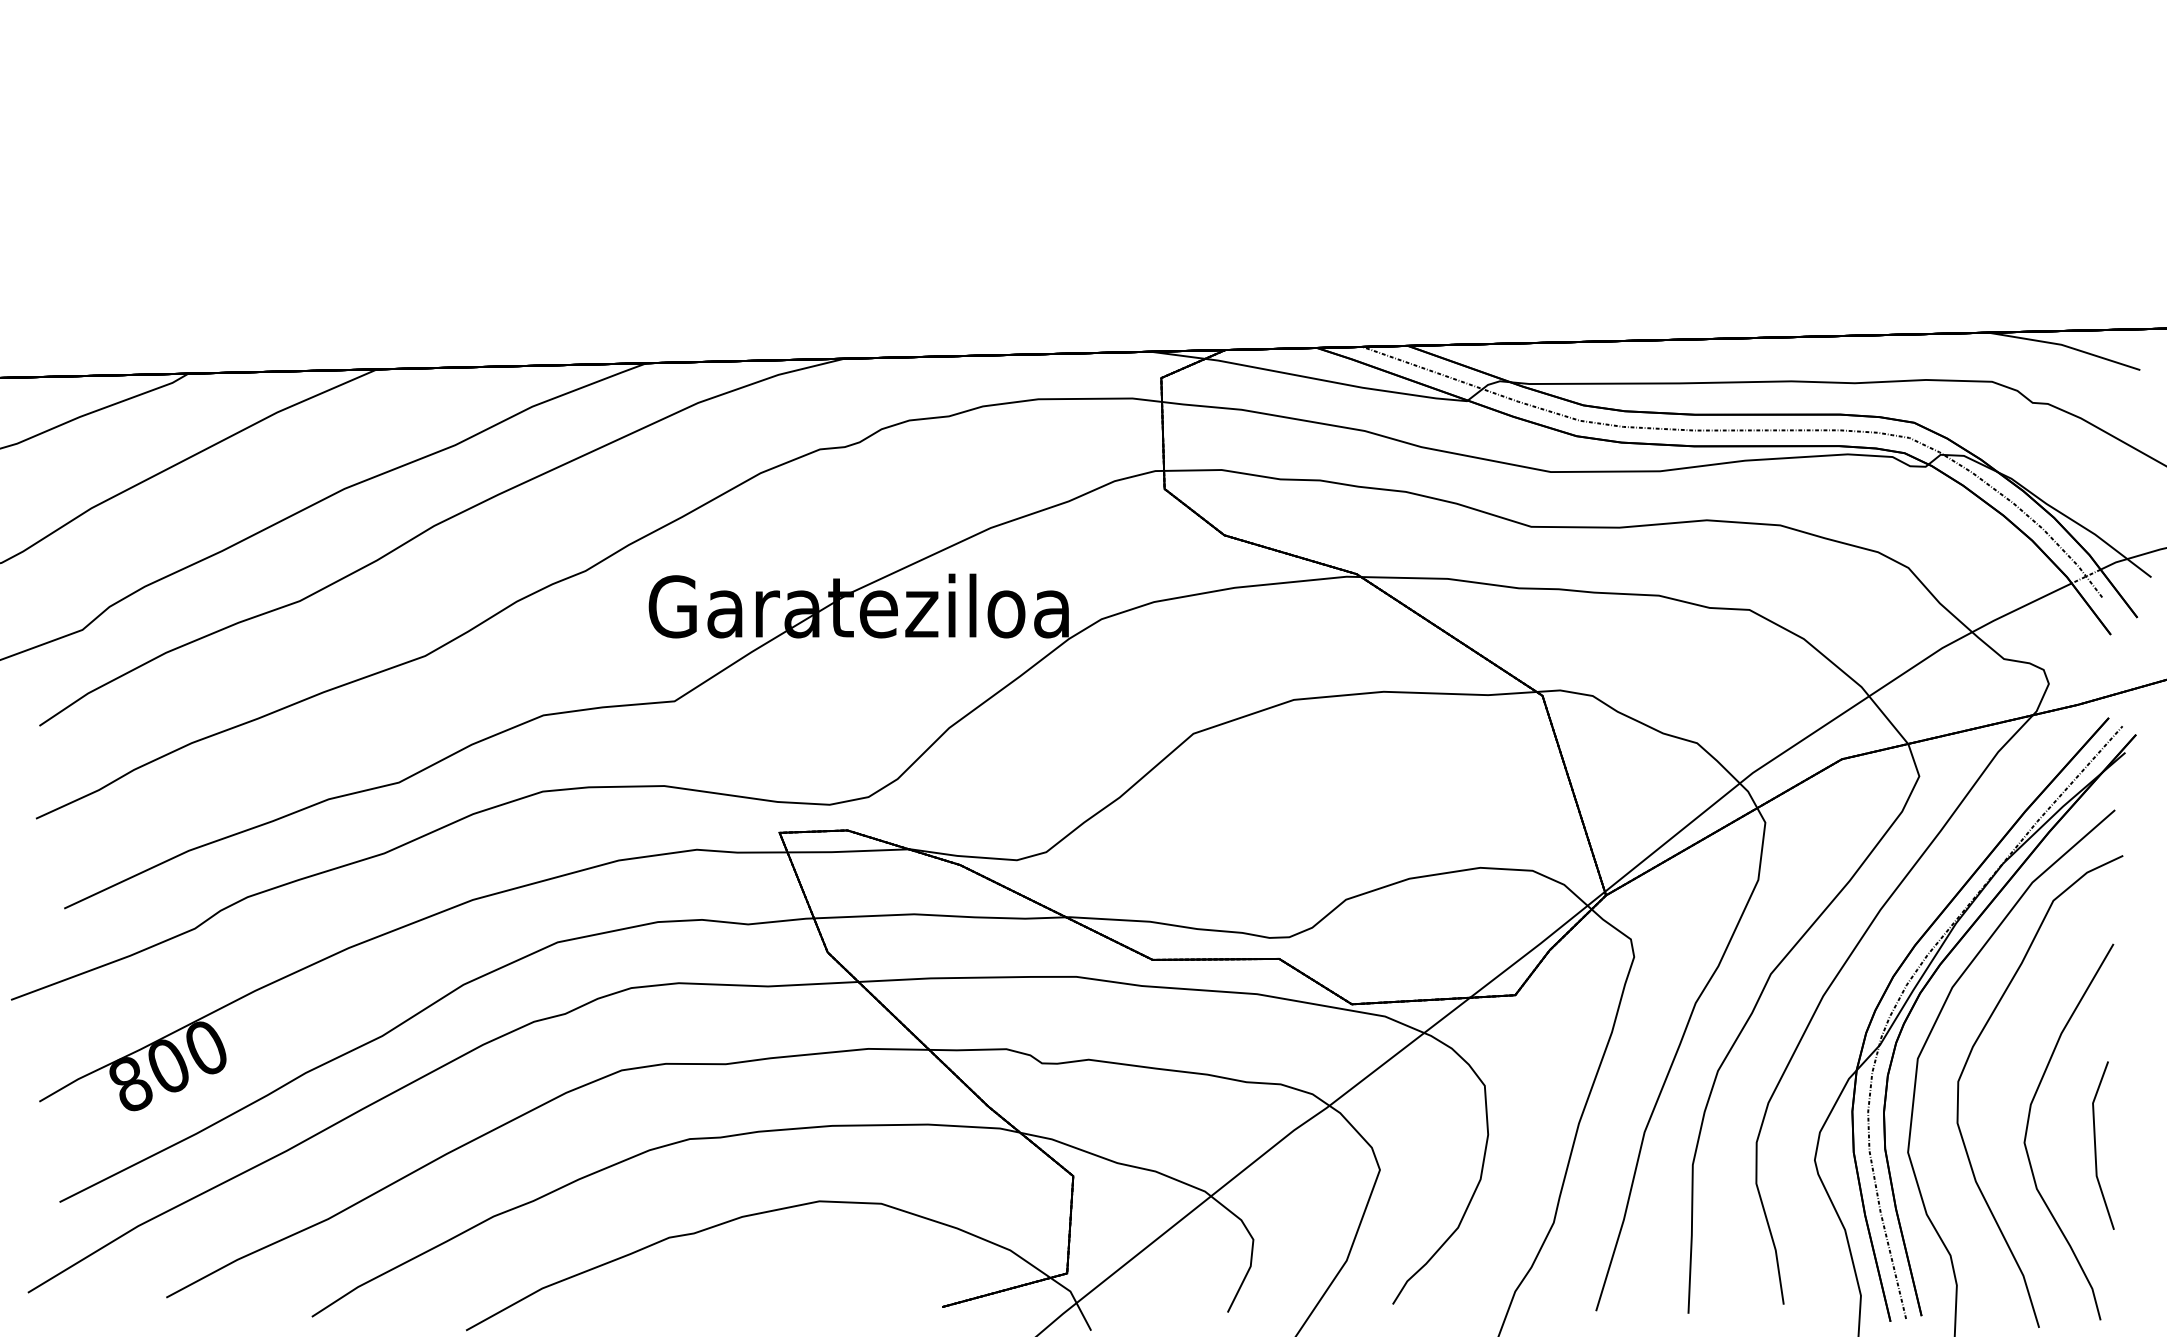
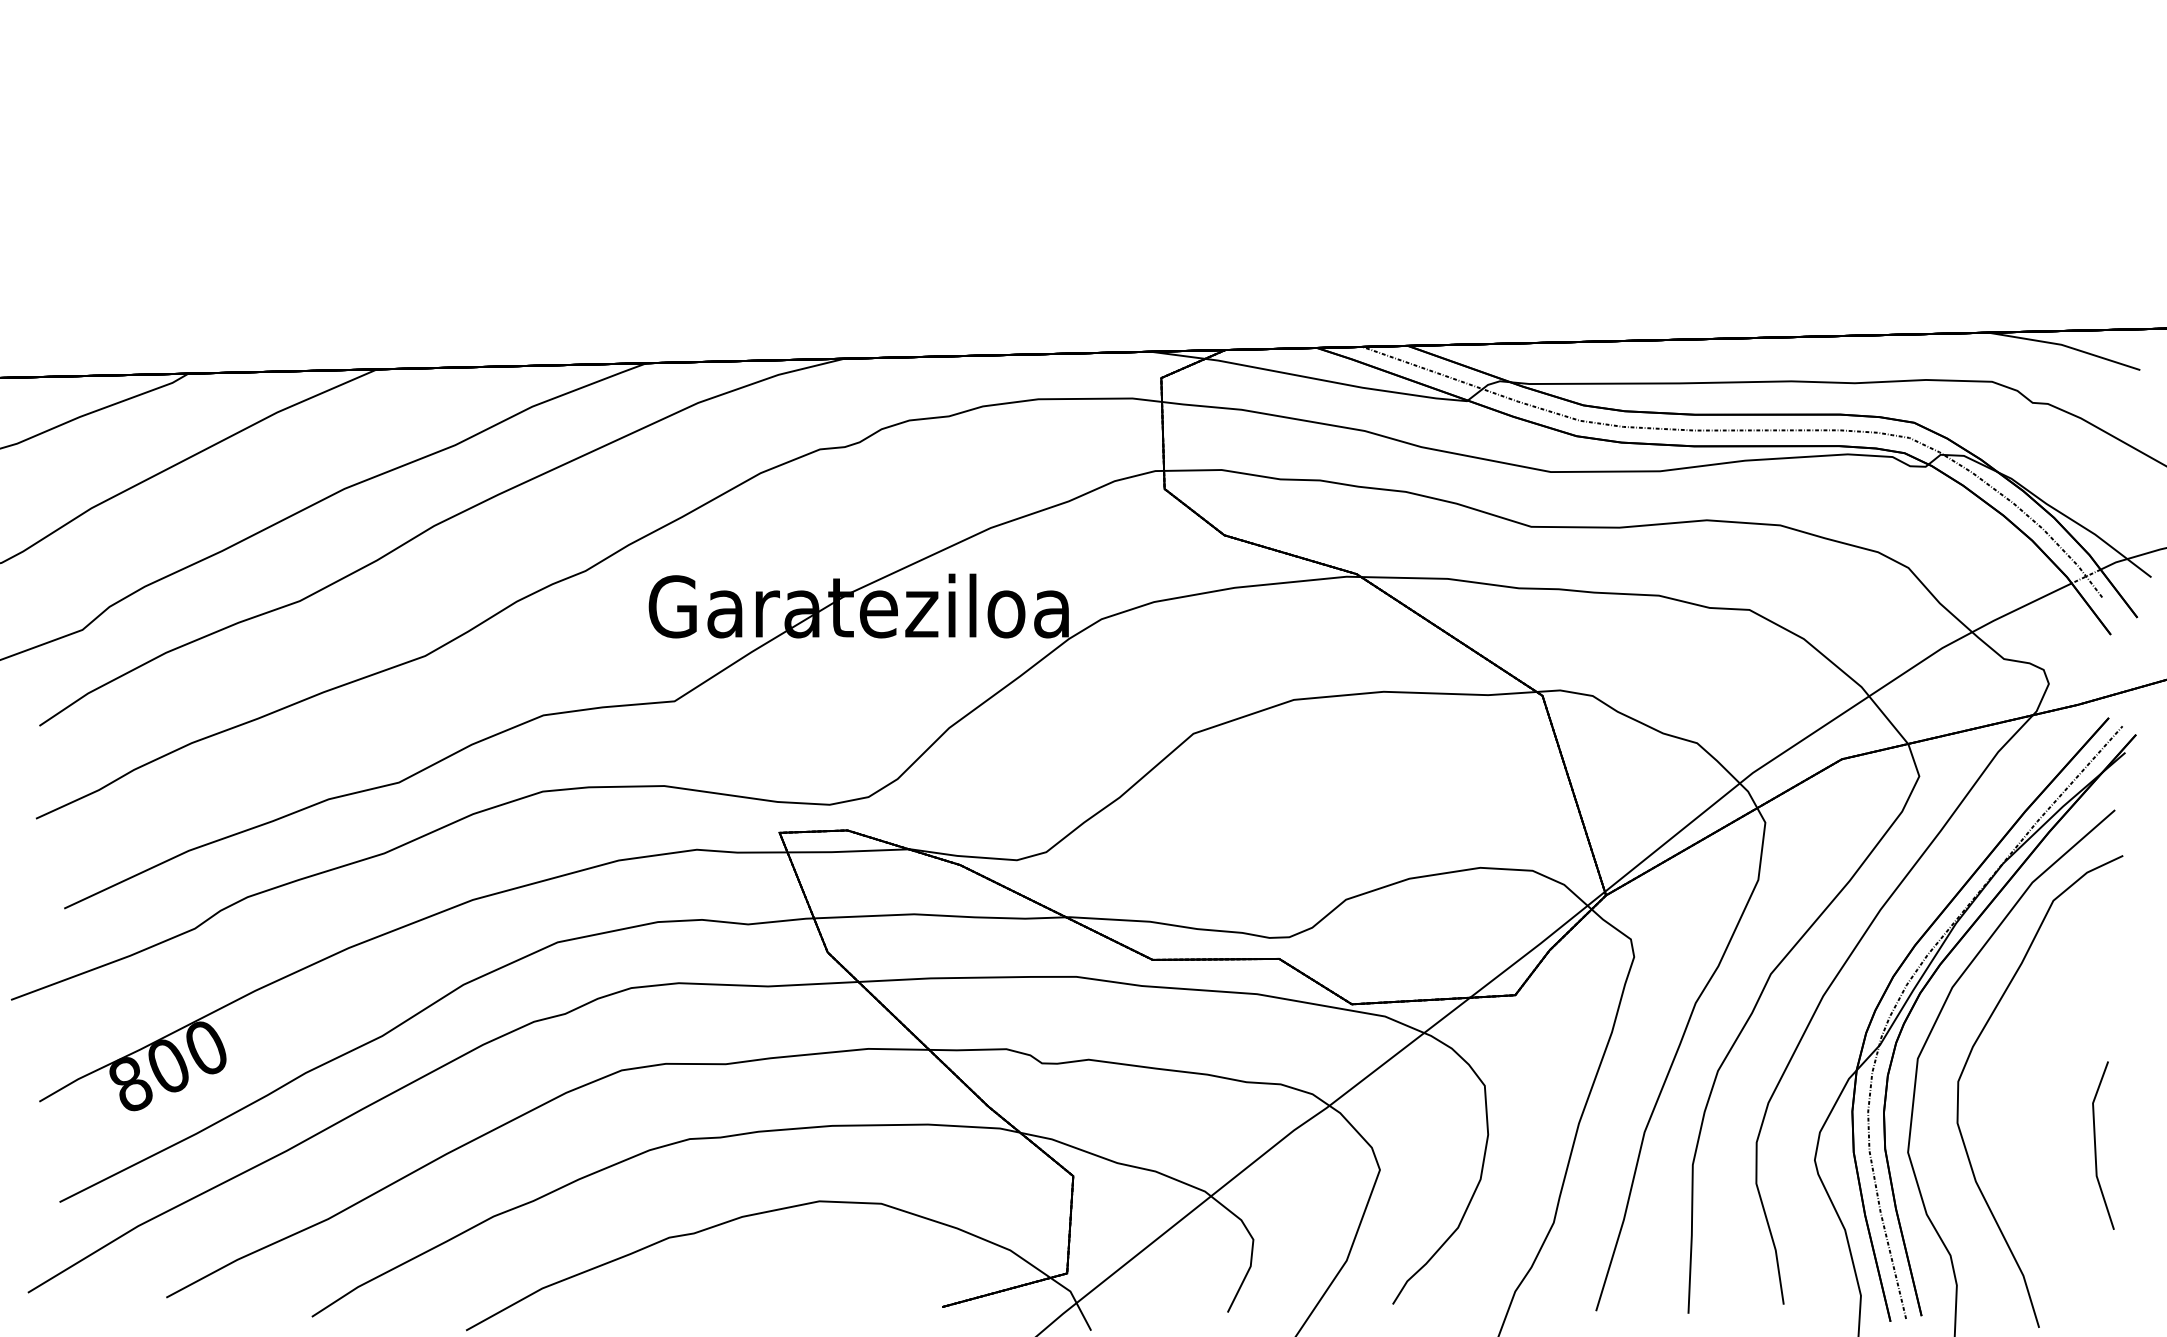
curve at (2028, 1126): present -> none
